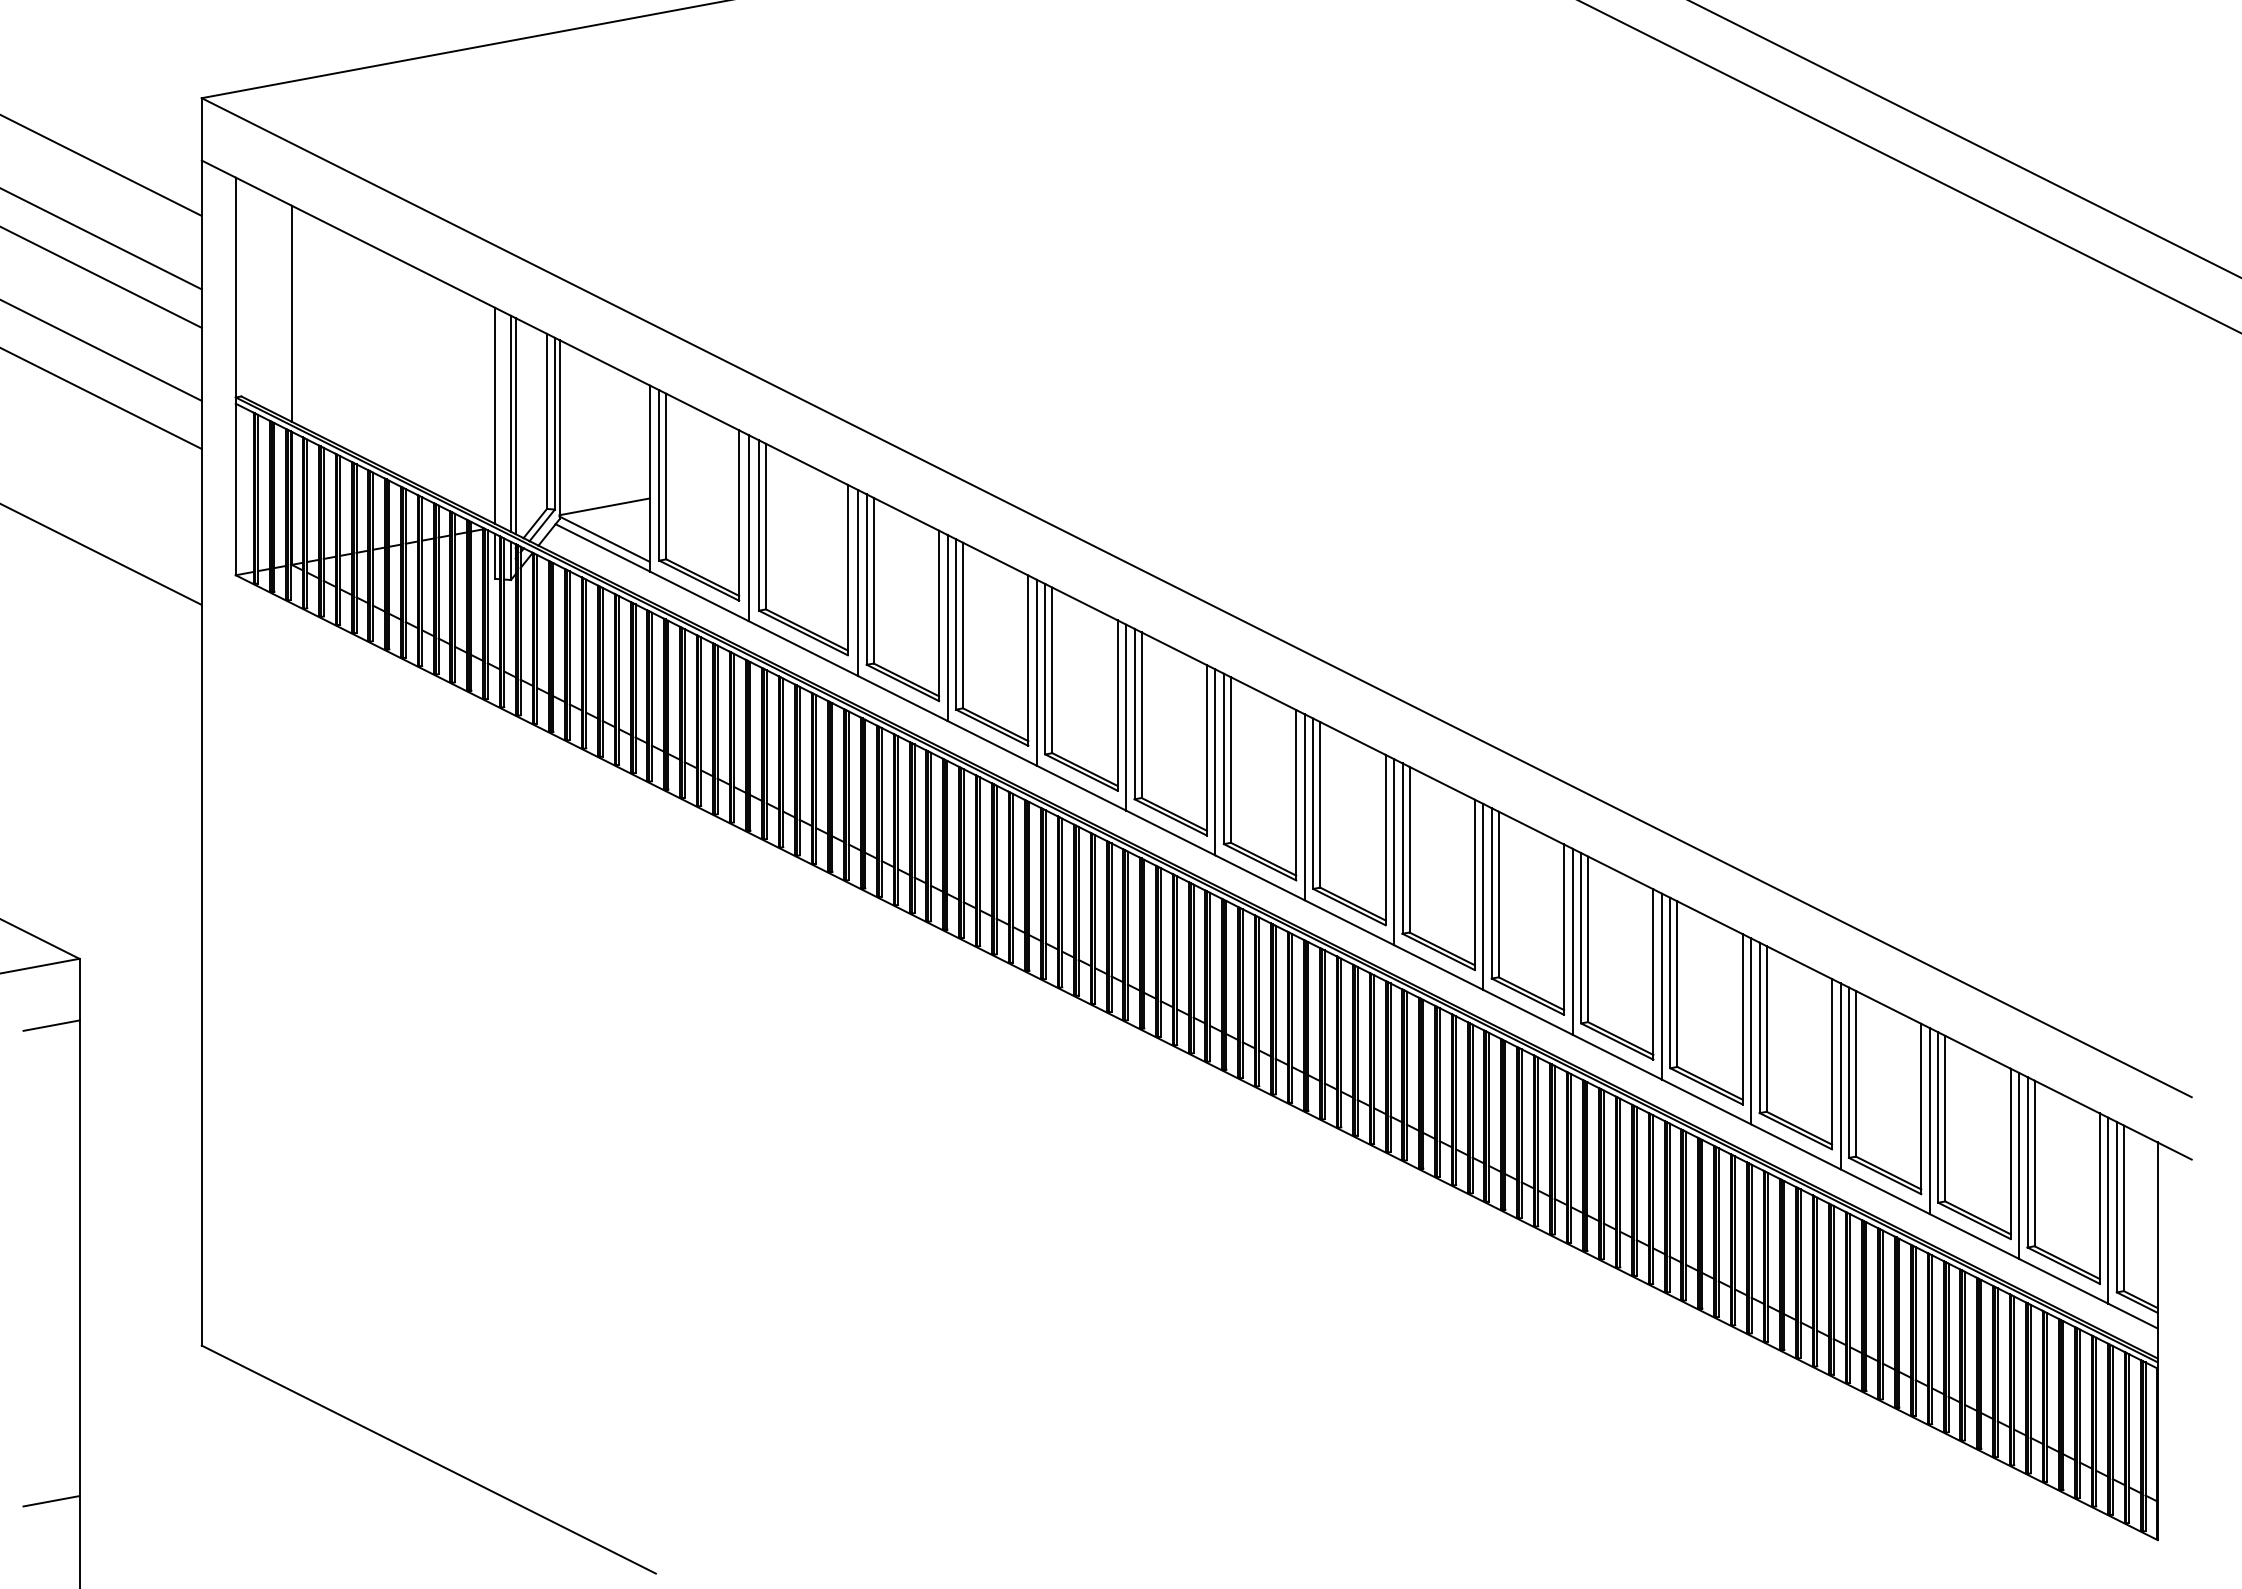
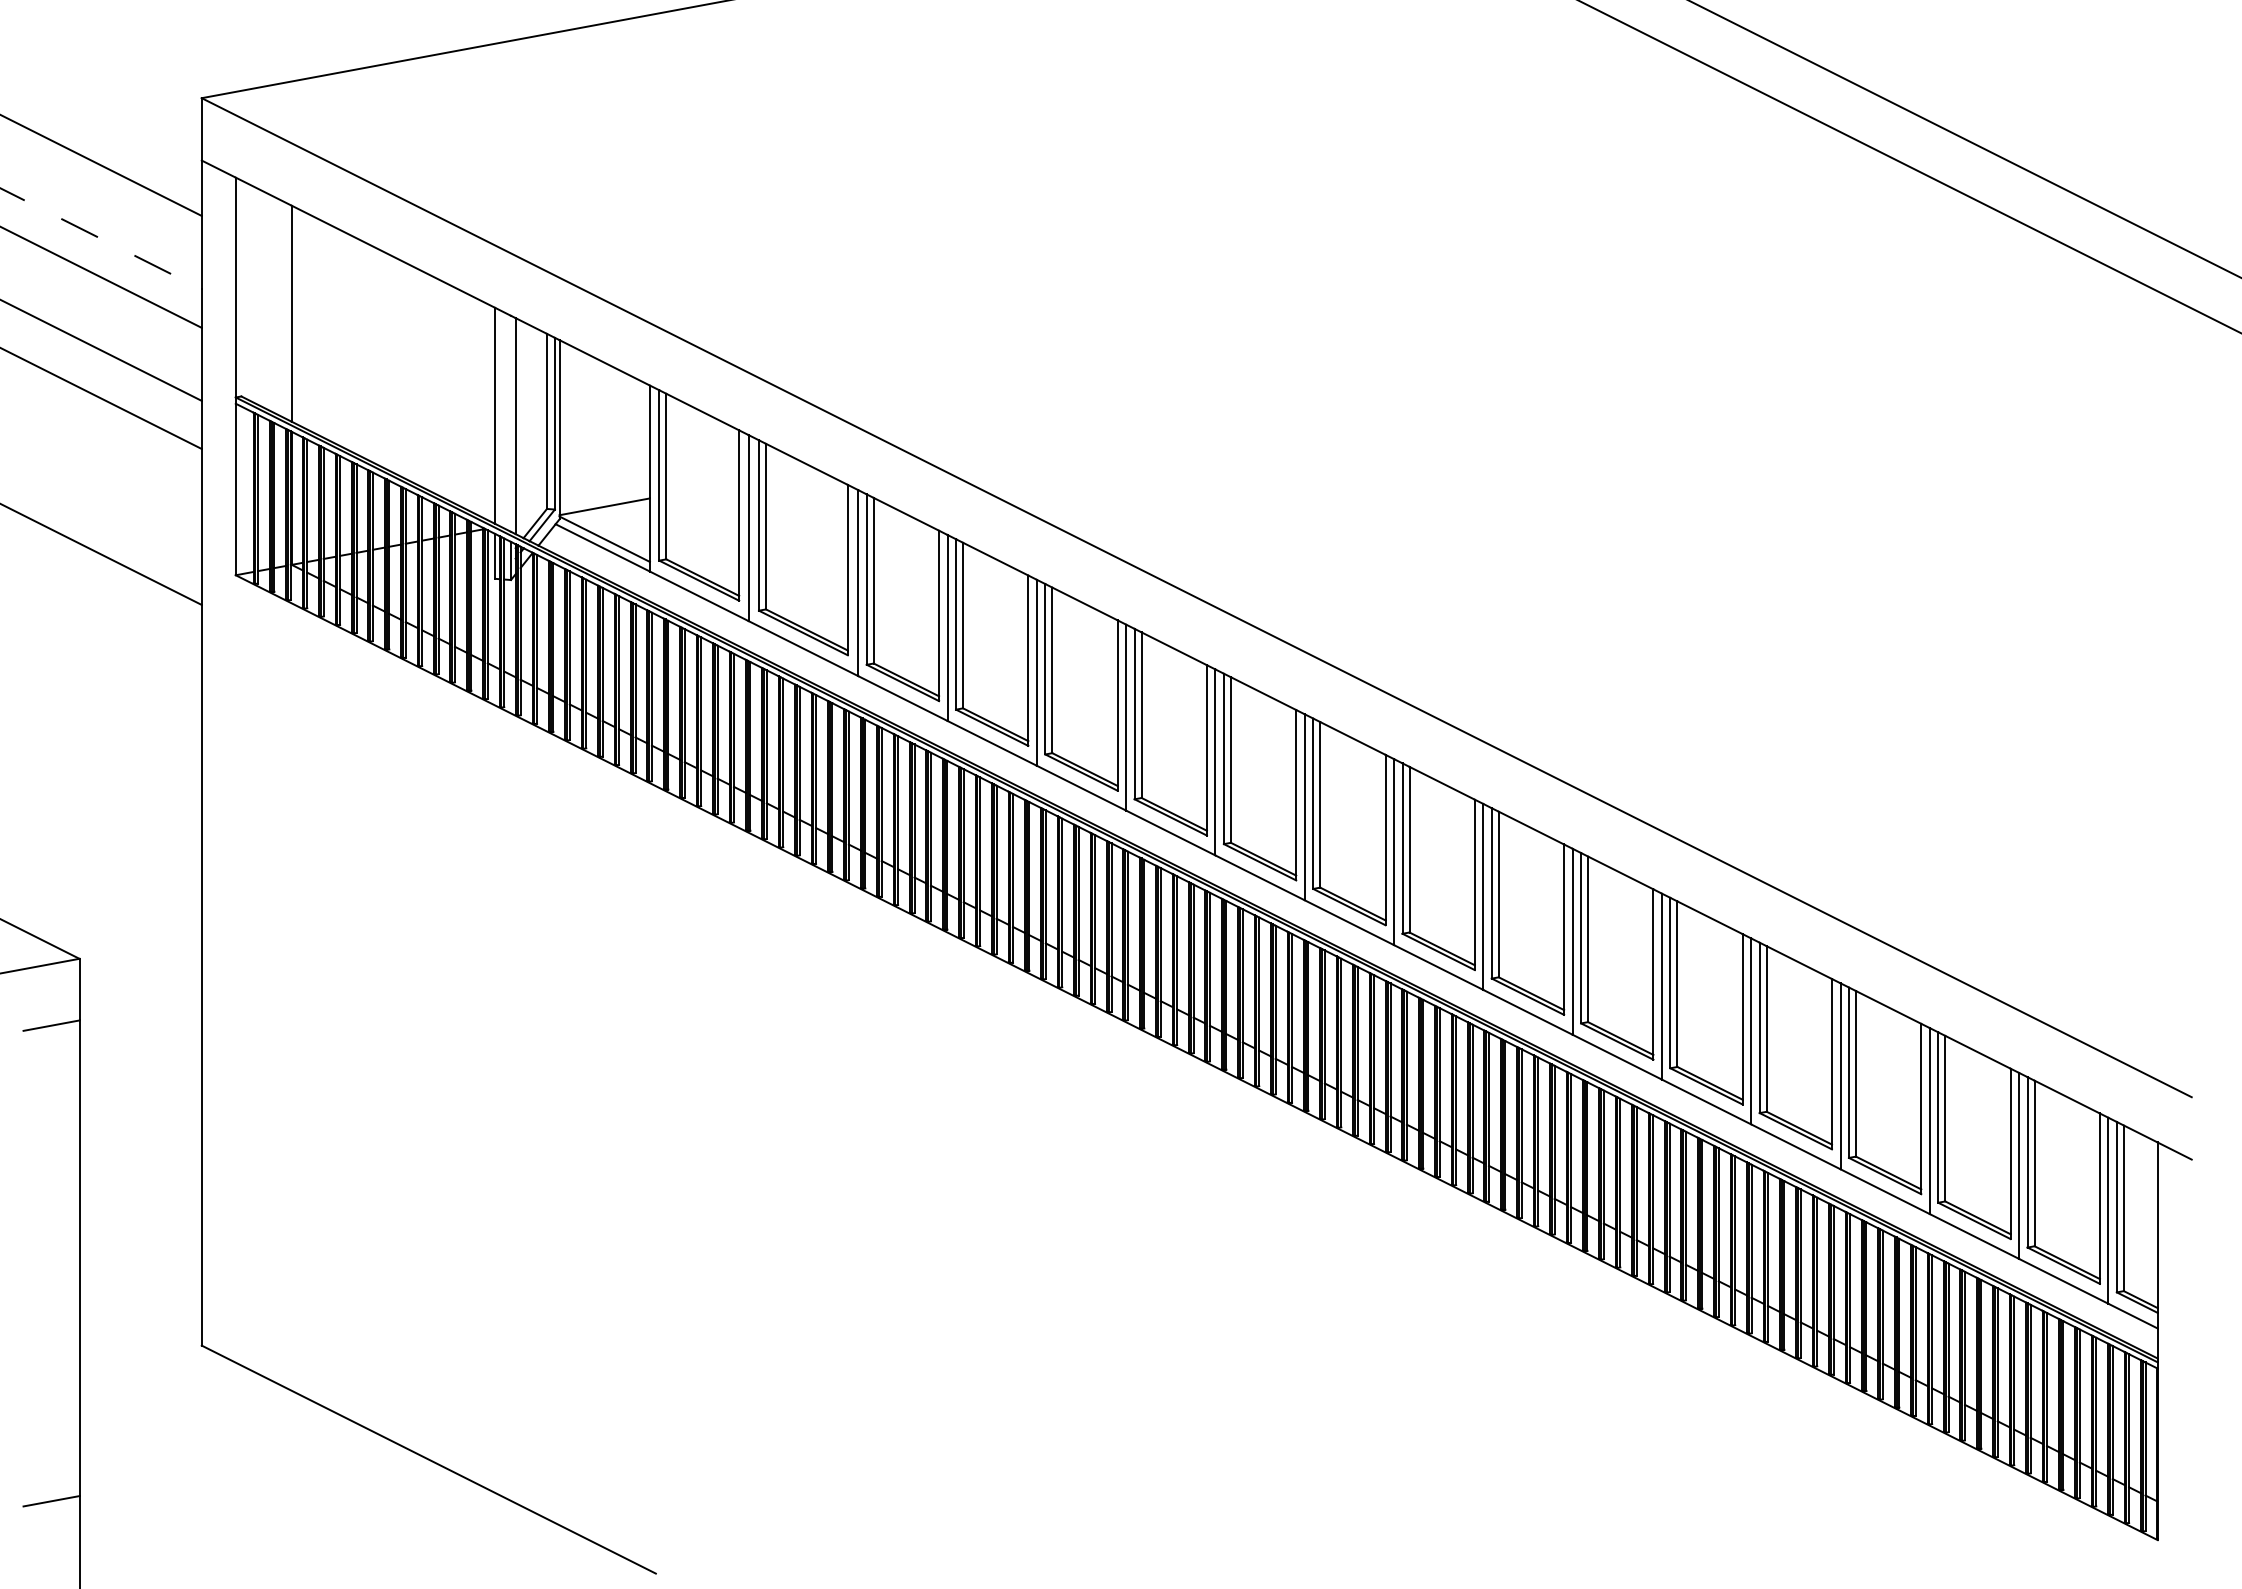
line at (101, 239): solid -> dashed
line at (511, 423): present -> none
